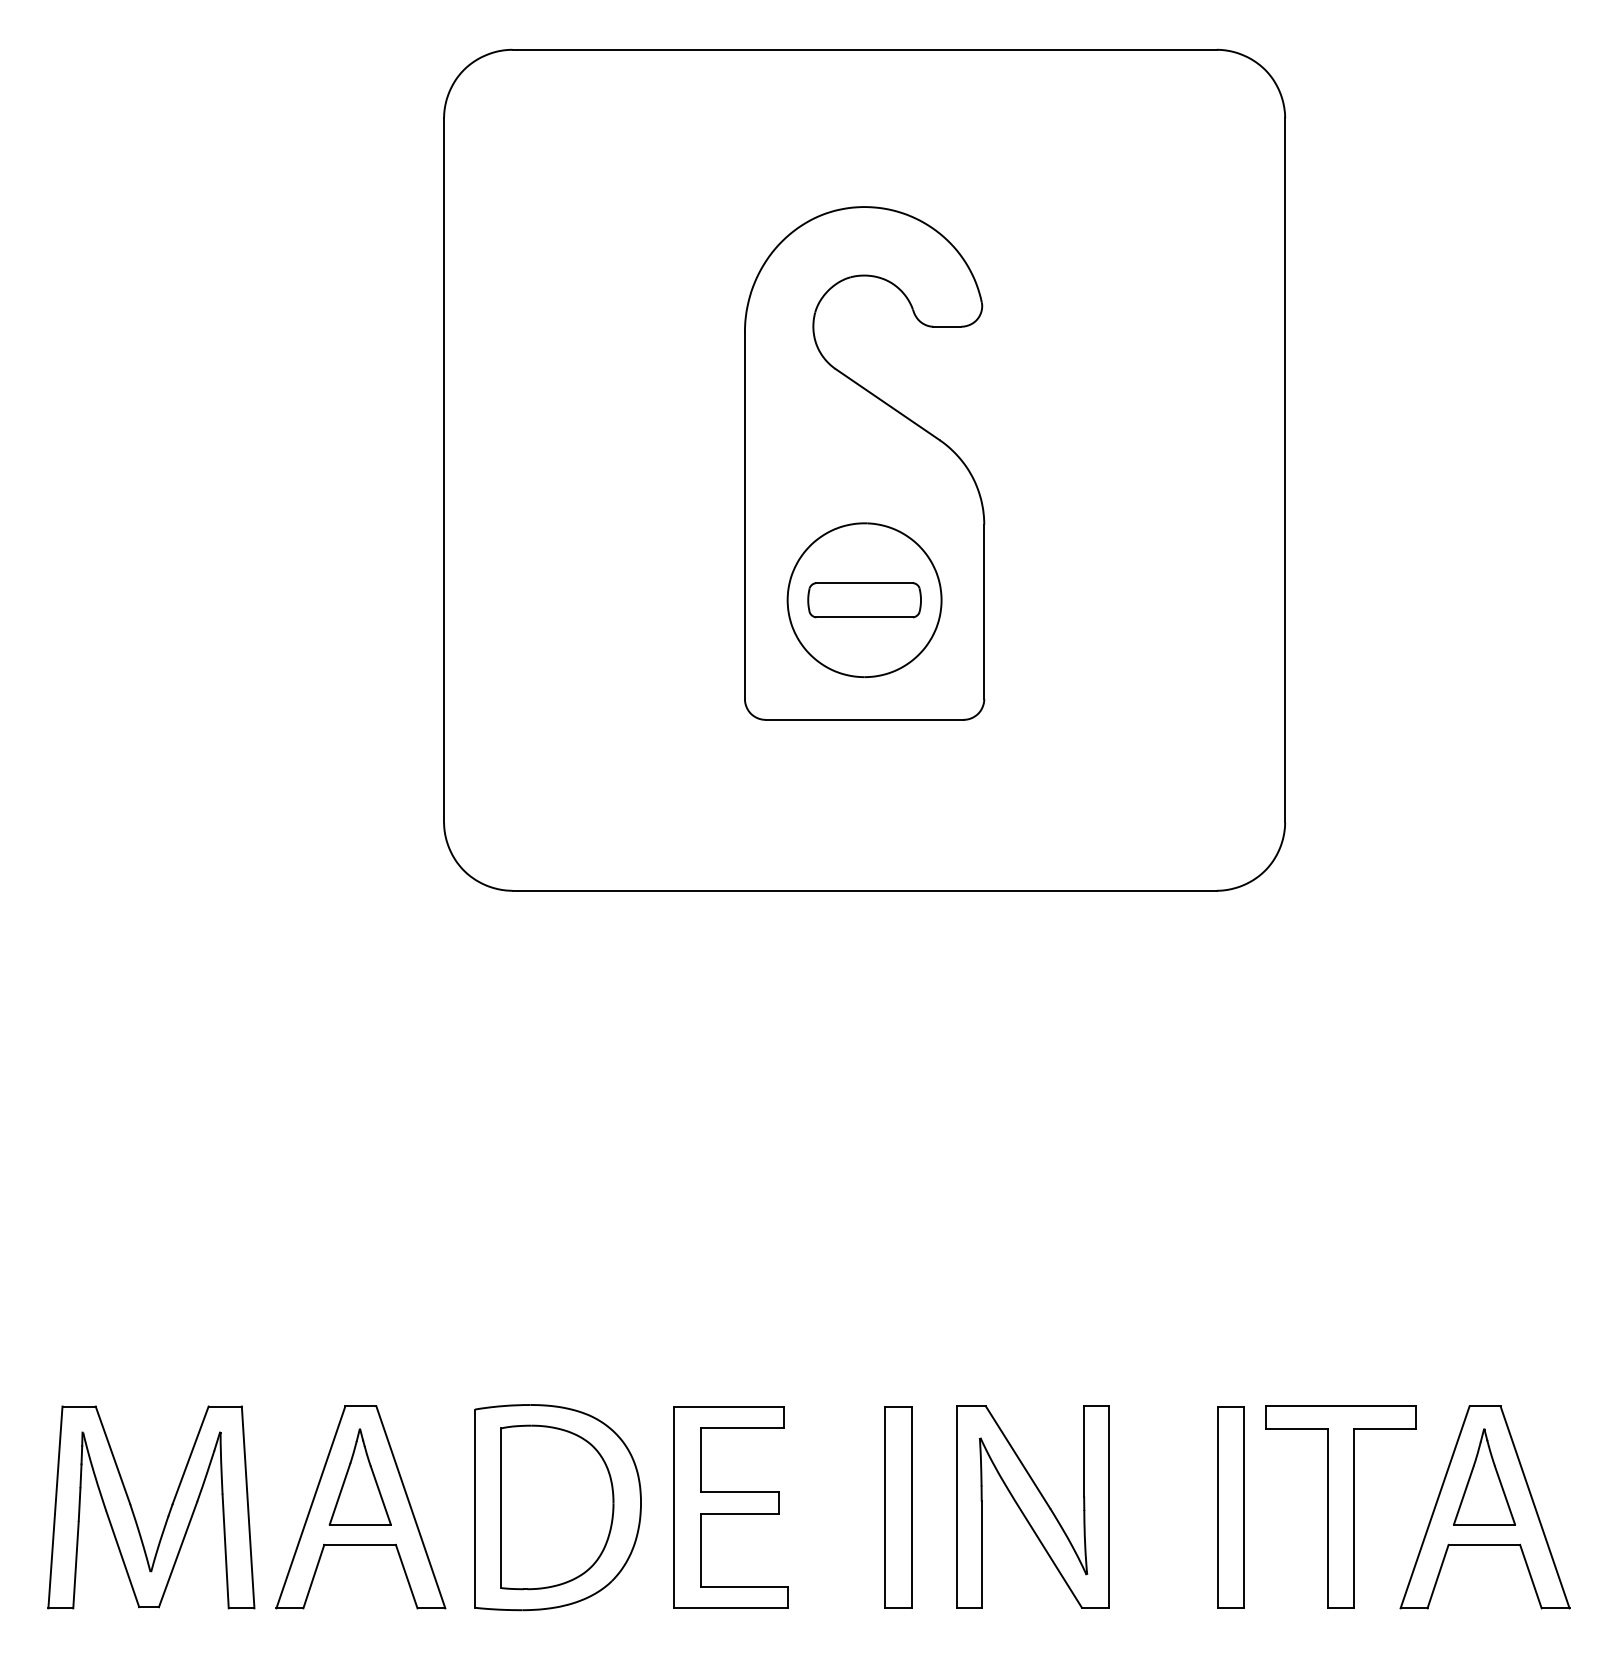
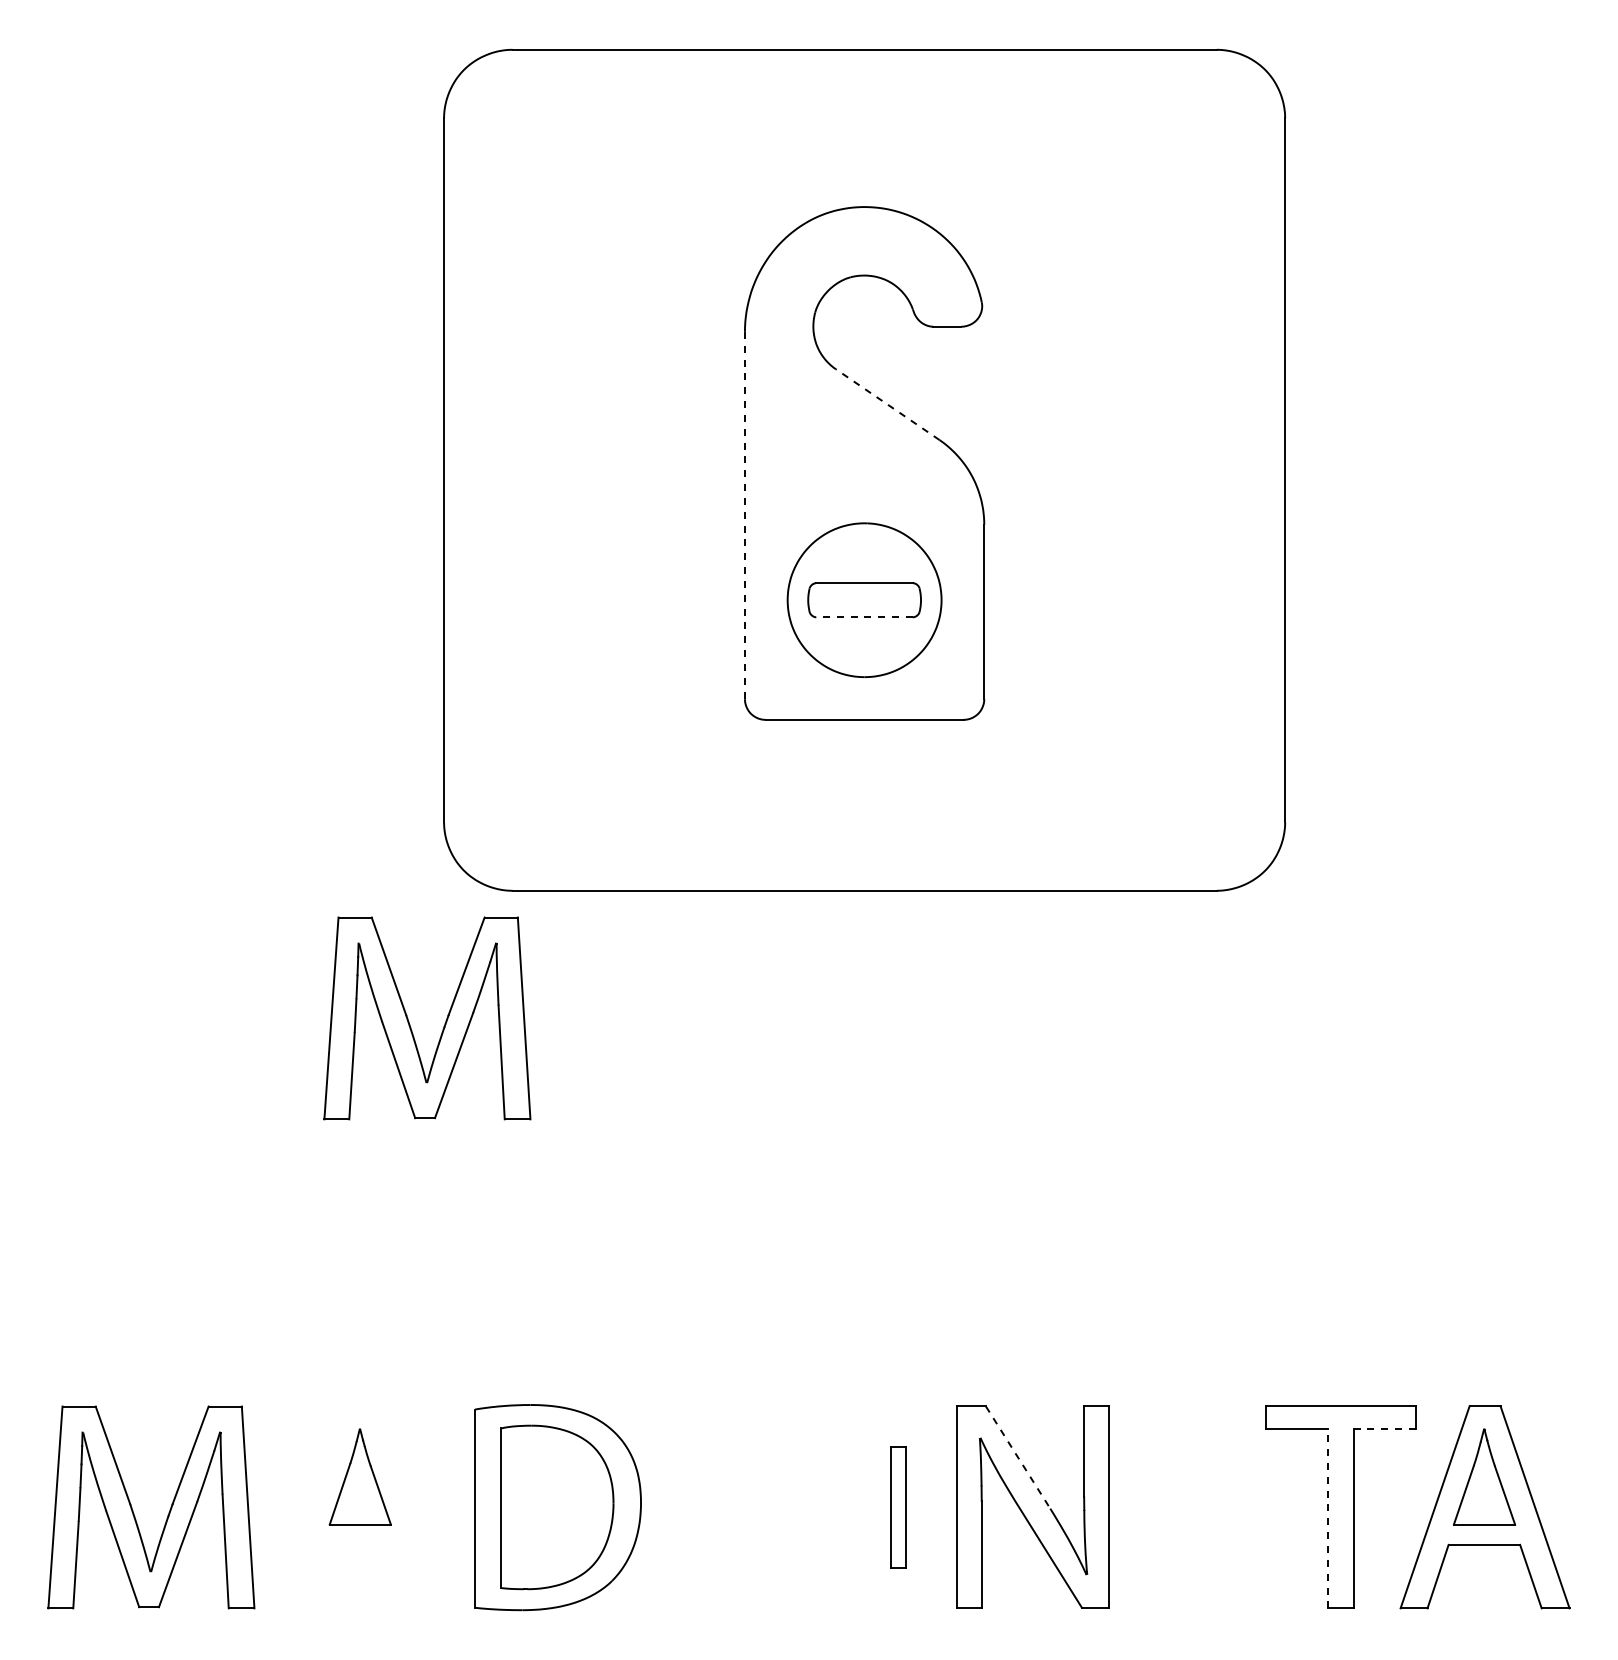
line at (887, 404): solid -> dashed
line at (744, 515): solid -> dashed
line at (864, 617): solid -> dashed
part at (444, 1023): none -> present
line at (1385, 1428): solid -> dashed
line at (1018, 1458): solid -> dashed
part at (360, 1507): present -> none
part at (730, 1507): present -> none
part at (898, 1507) size: 29x203 px -> 17x123 px
part at (1230, 1507): present -> none
line at (1327, 1518): solid -> dashed
